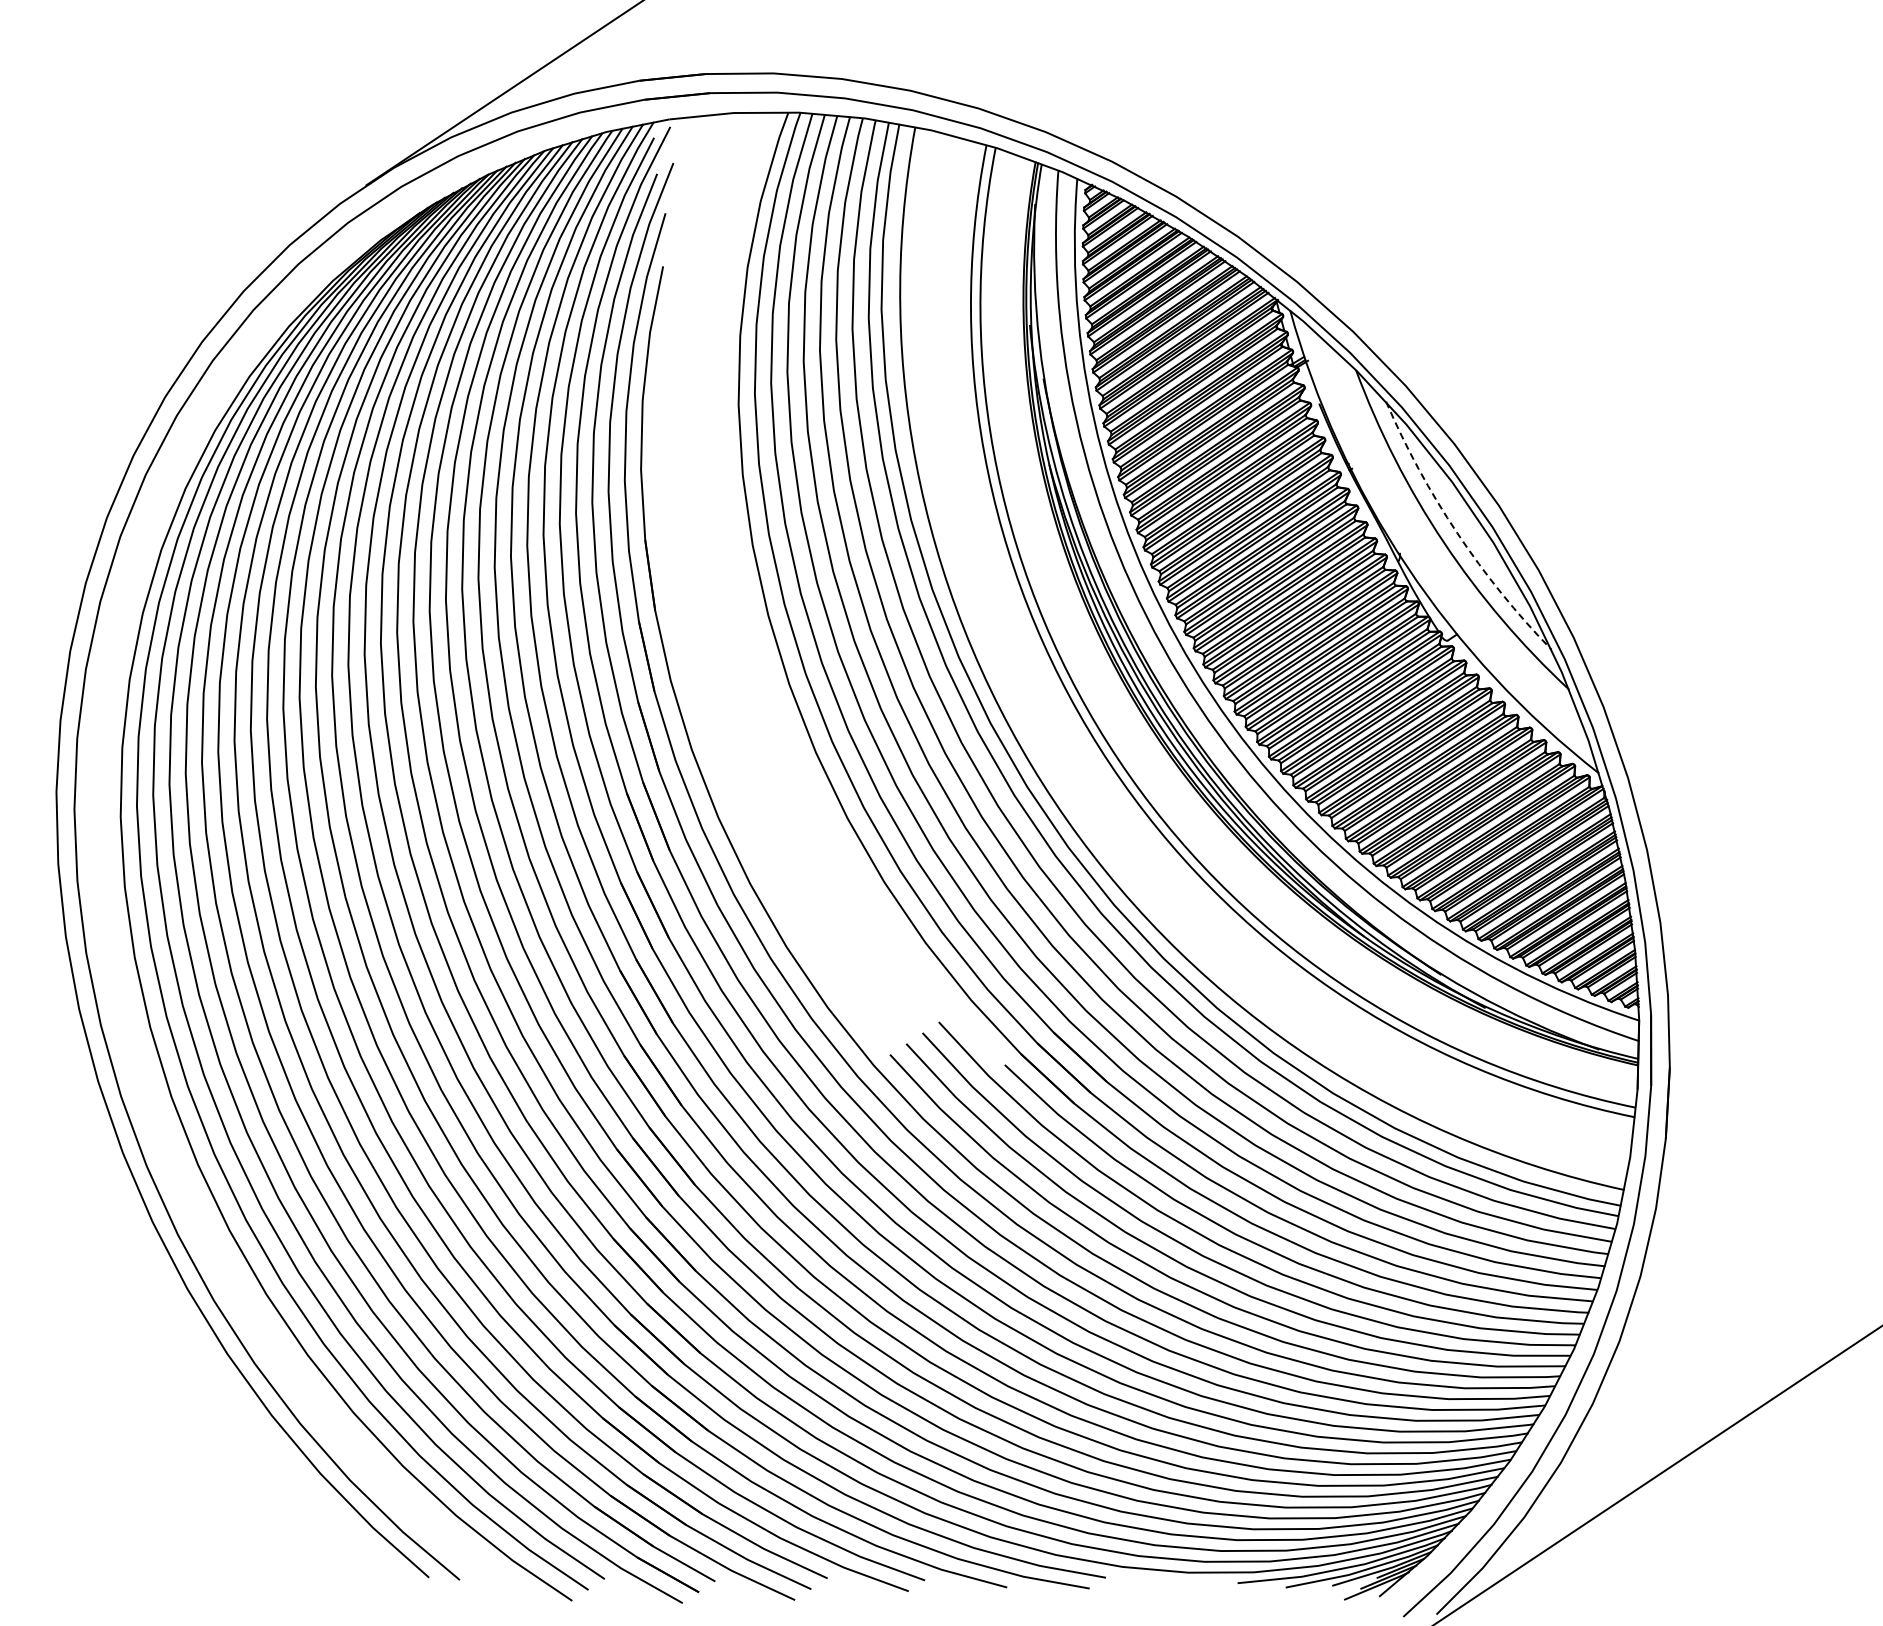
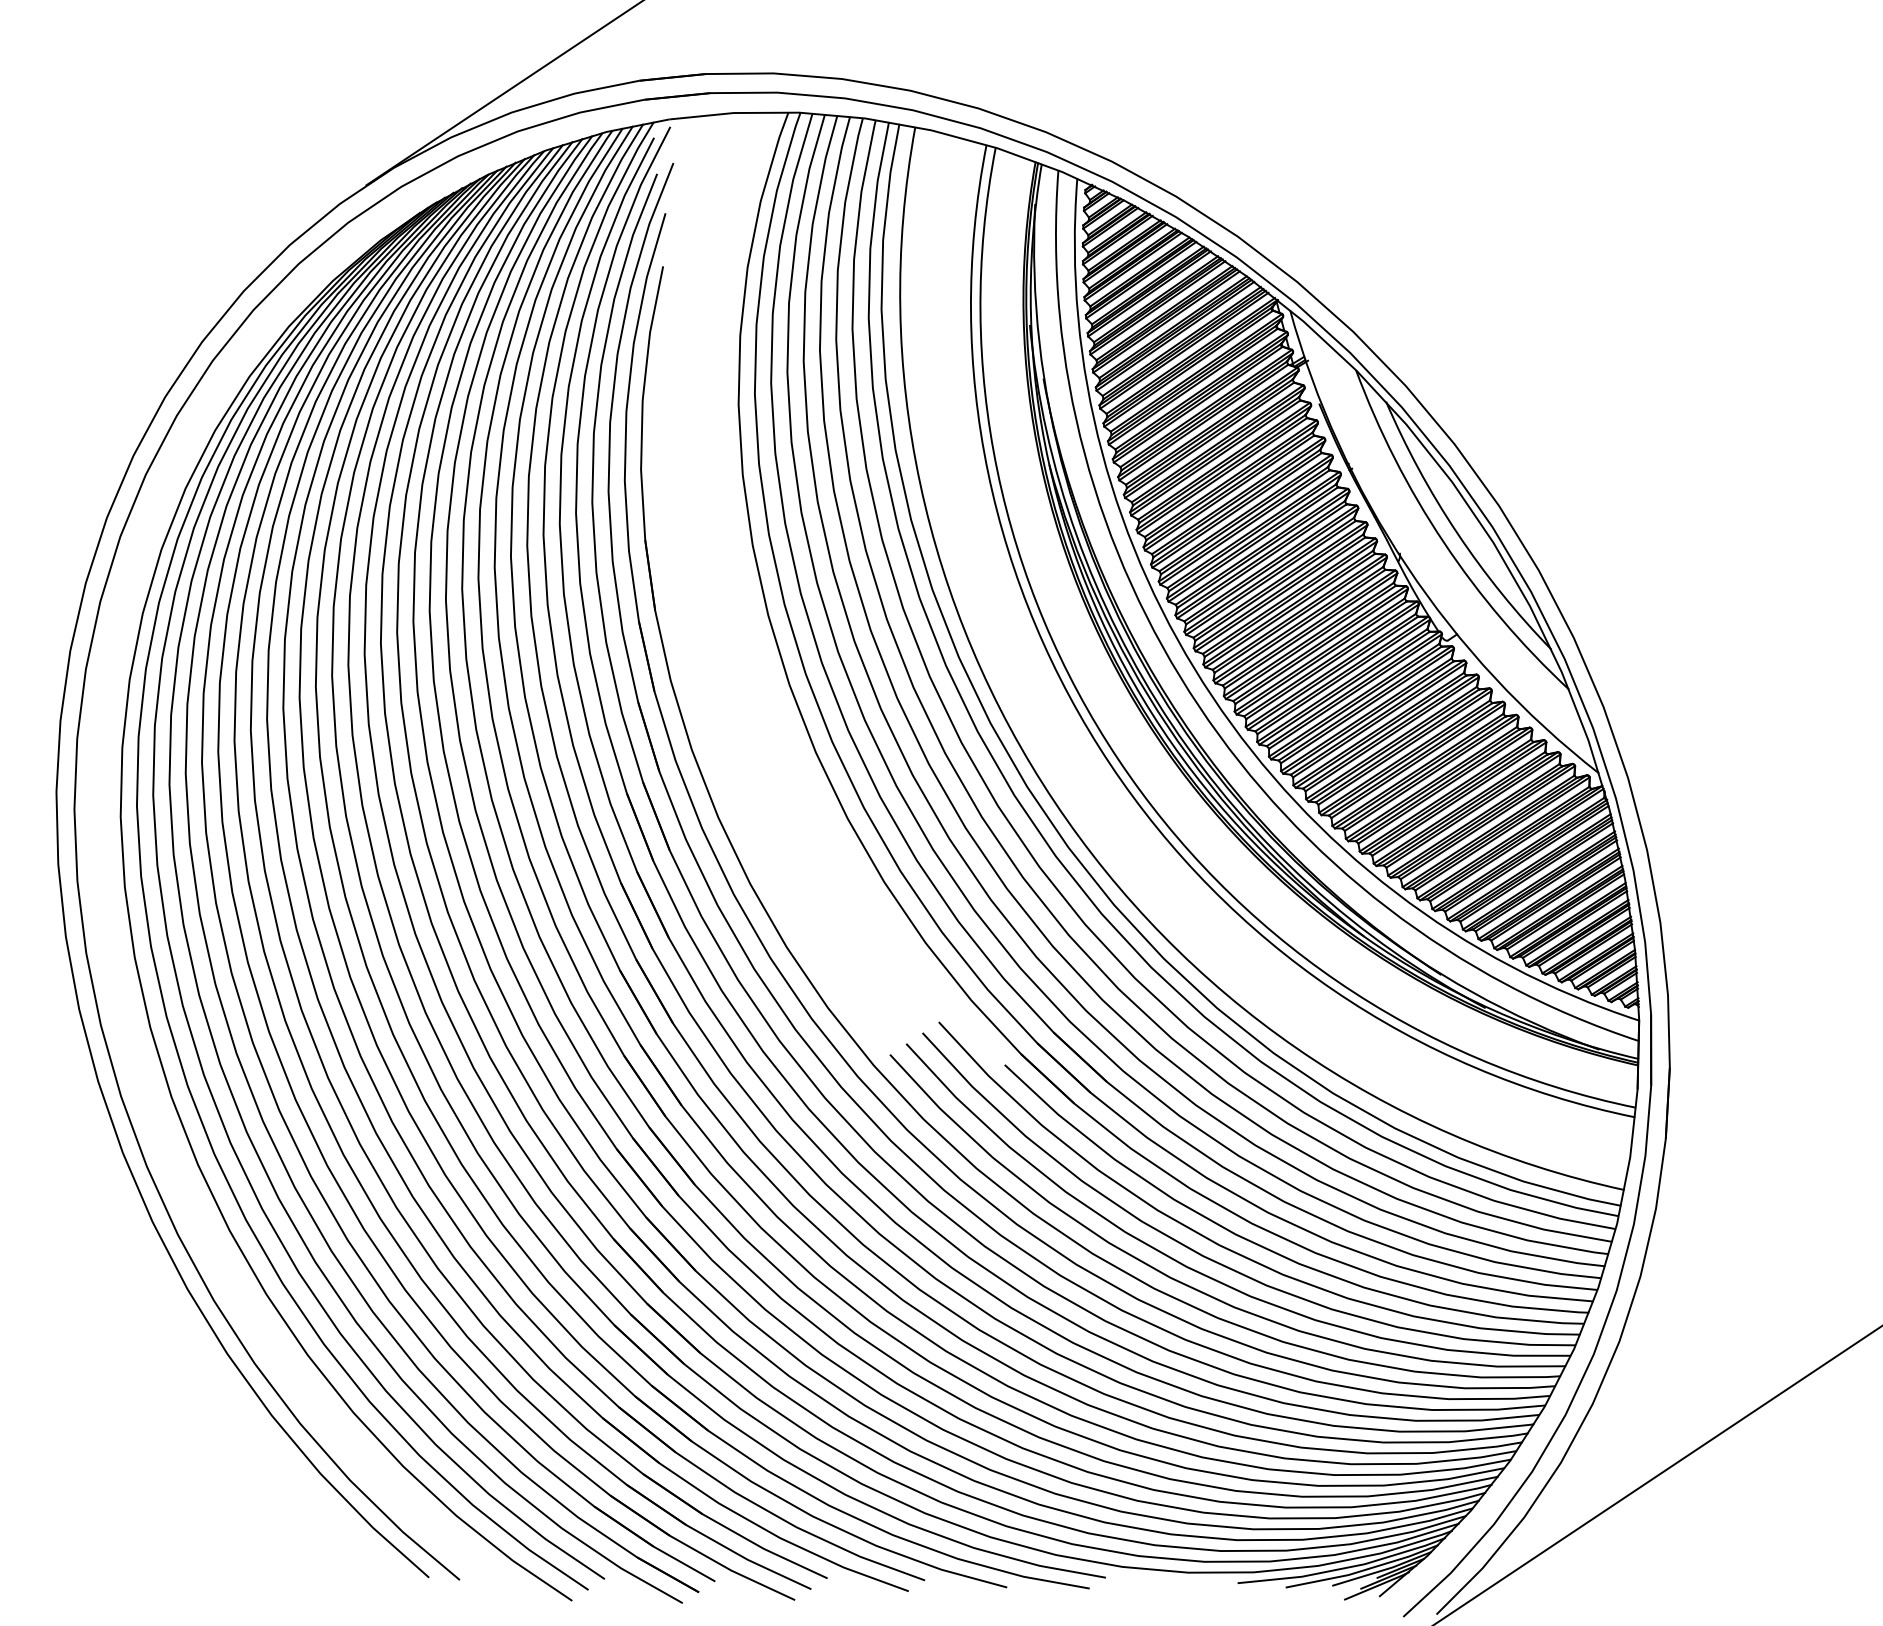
arc at (1457, 533): dashed -> solid
